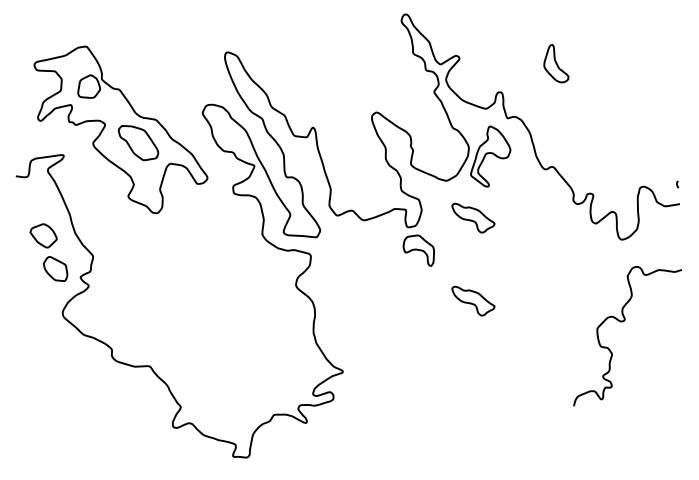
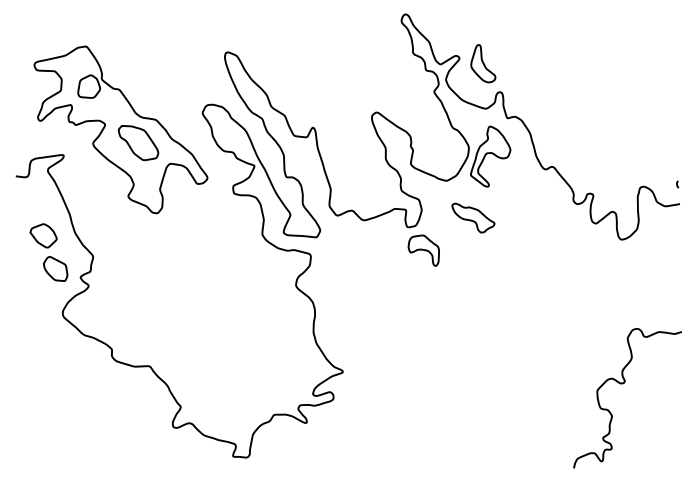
part at (556, 63) position: (556, 63) -> (483, 63)
part at (418, 250) position: (418, 250) -> (423, 250)
part at (473, 300): present -> none
curve at (623, 322) position: (623, 322) -> (623, 384)
